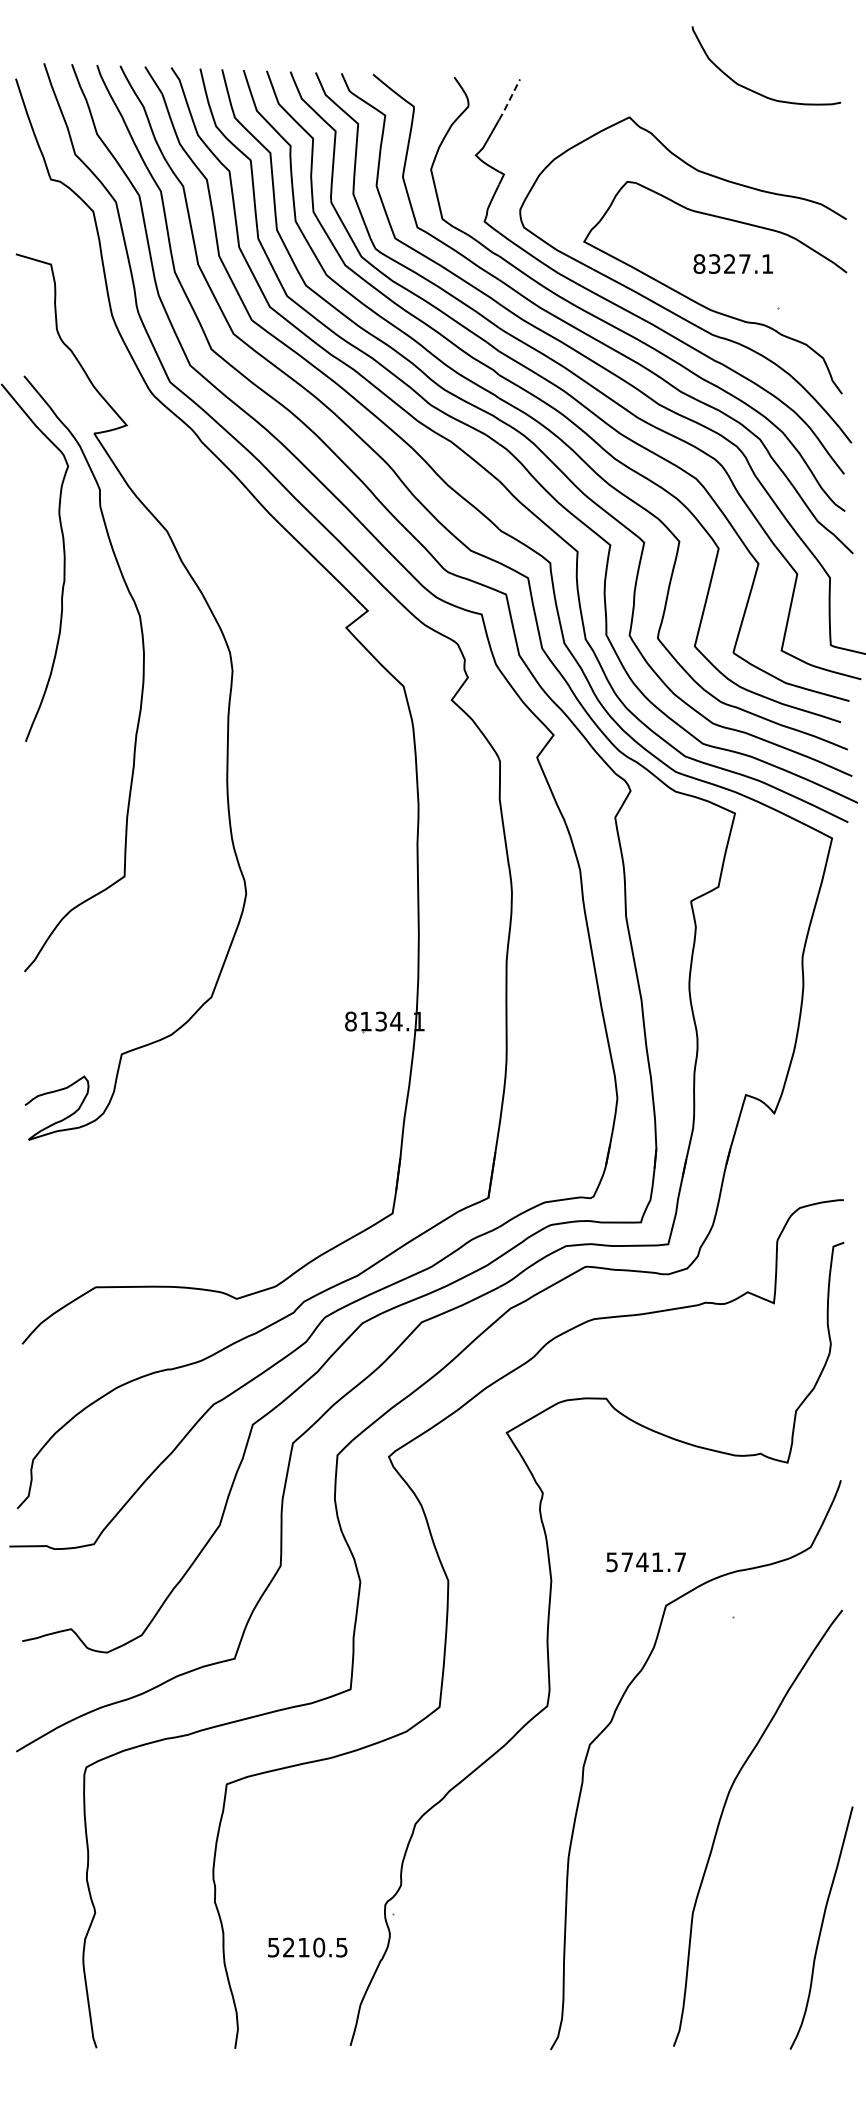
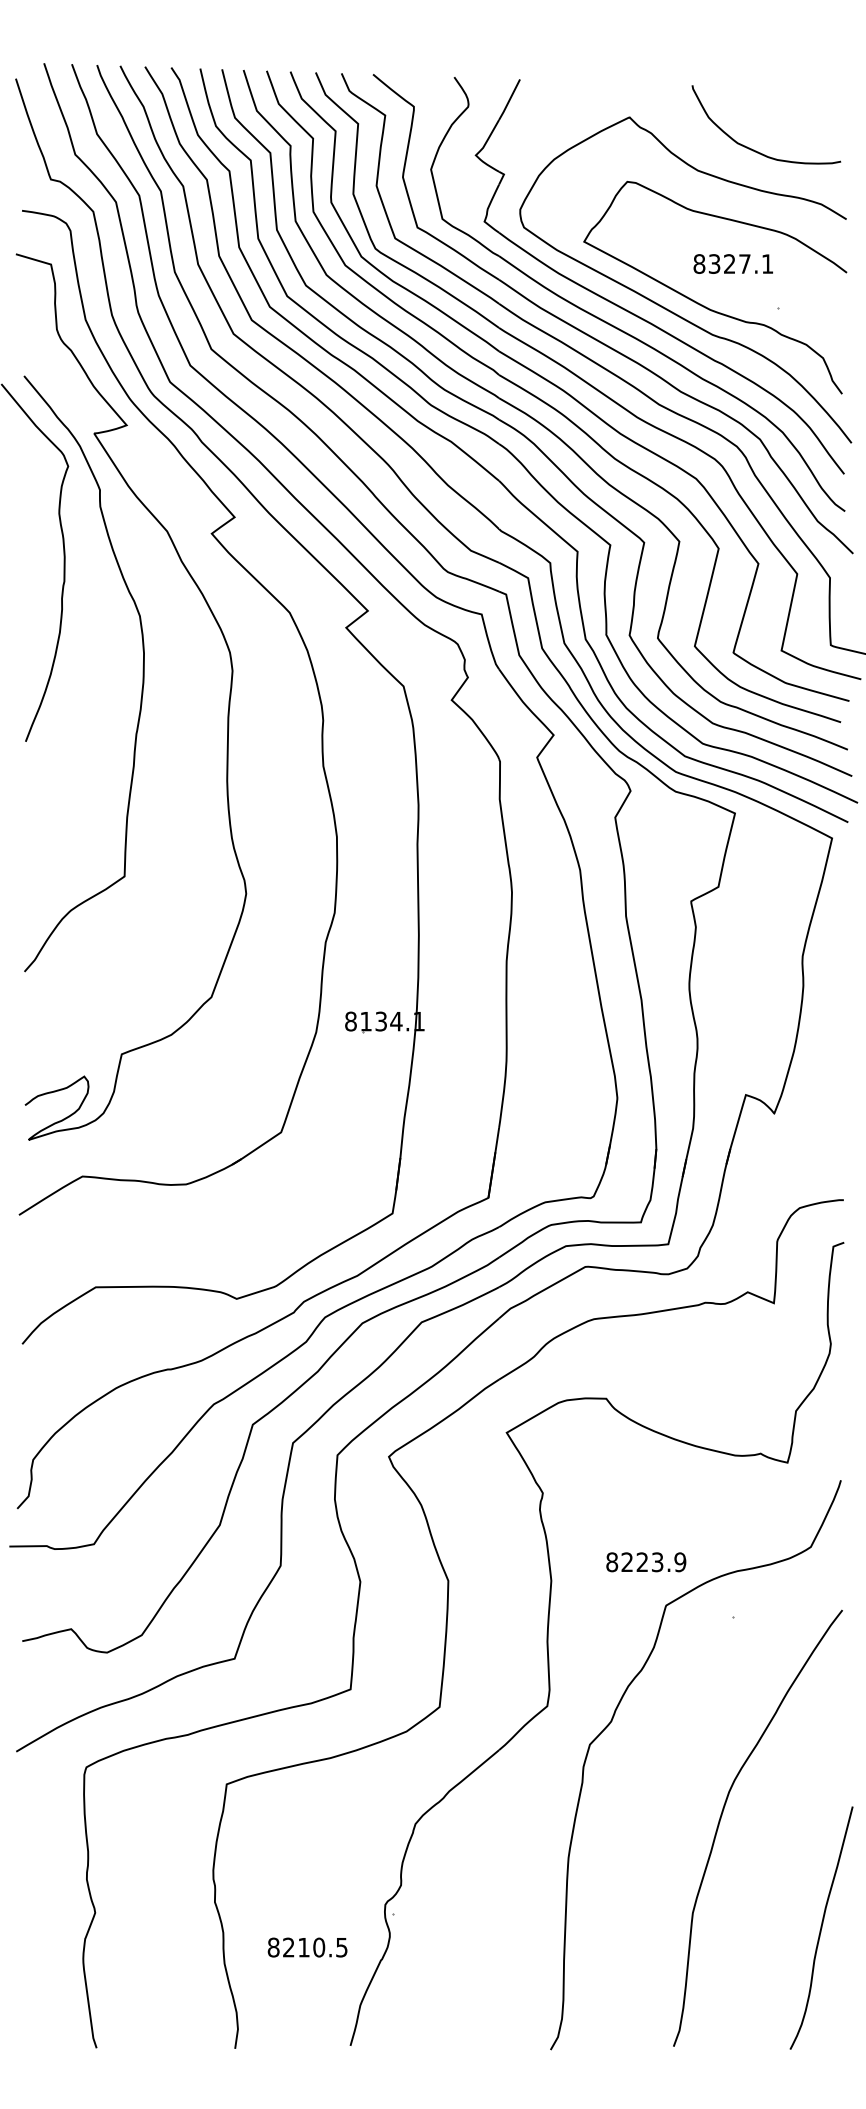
curve at (756, 91) position: (756, 91) -> (756, 150)
line at (509, 100): dashed -> solid
part at (312, 672): none -> present
text at (646, 1562): 5741.7 -> 8223.9
text at (273, 1947): 5210.5 -> 8210.5
